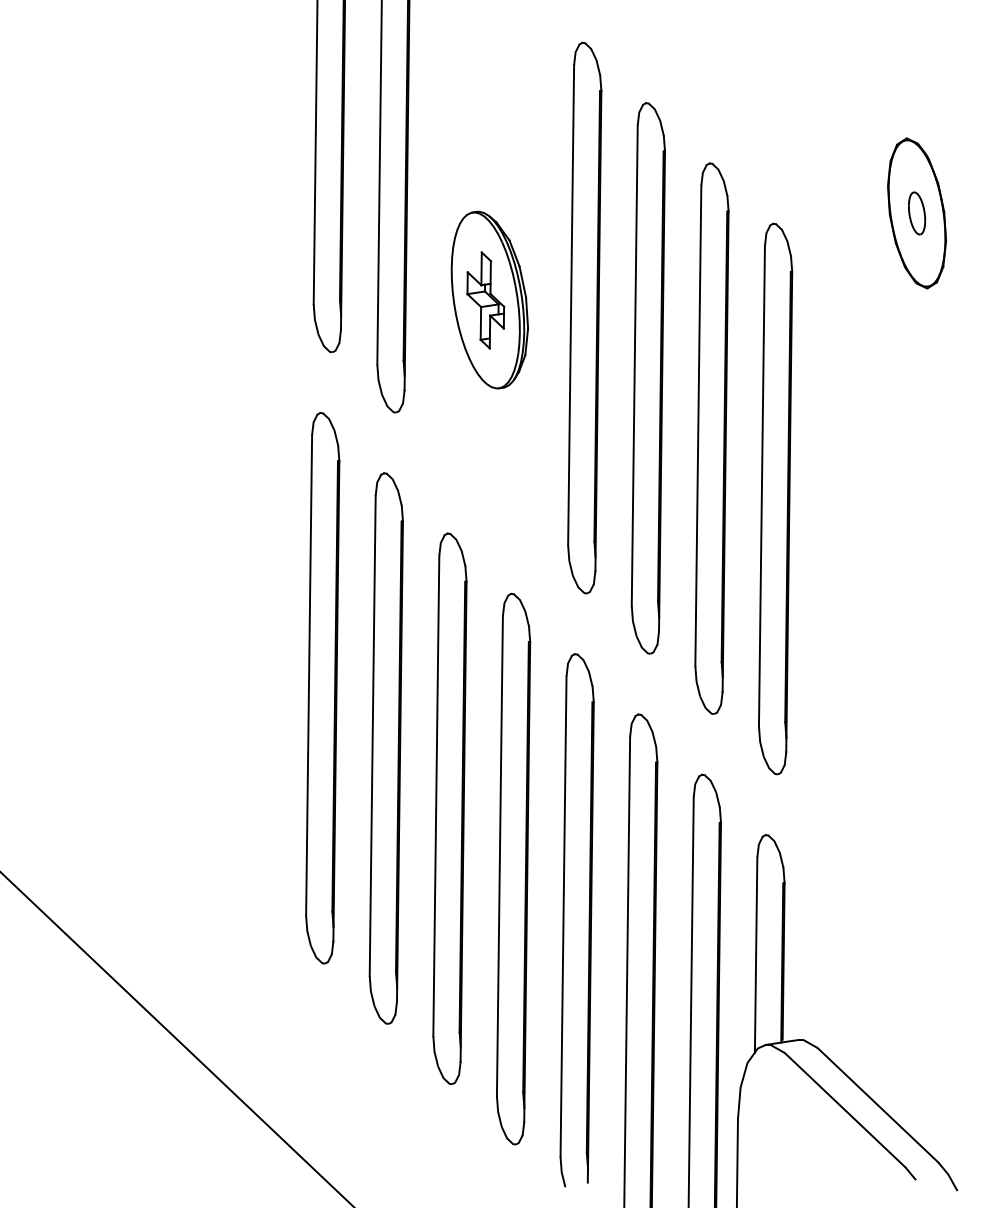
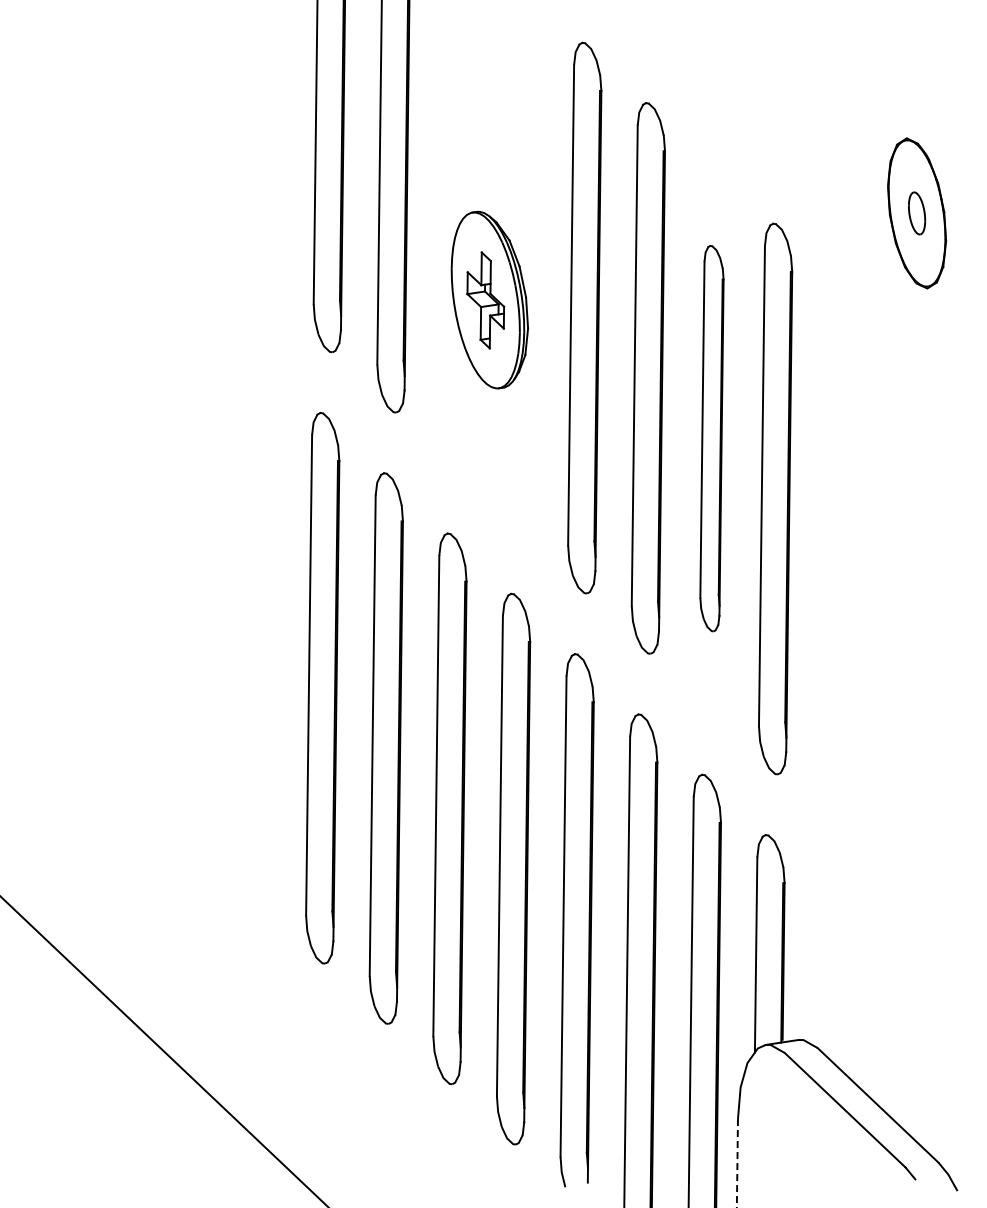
part at (711, 438) size: 36x553 px -> 26x388 px
line at (176, 1038) position: (176, 1038) -> (163, 1051)
line at (737, 1163): solid -> dashed
